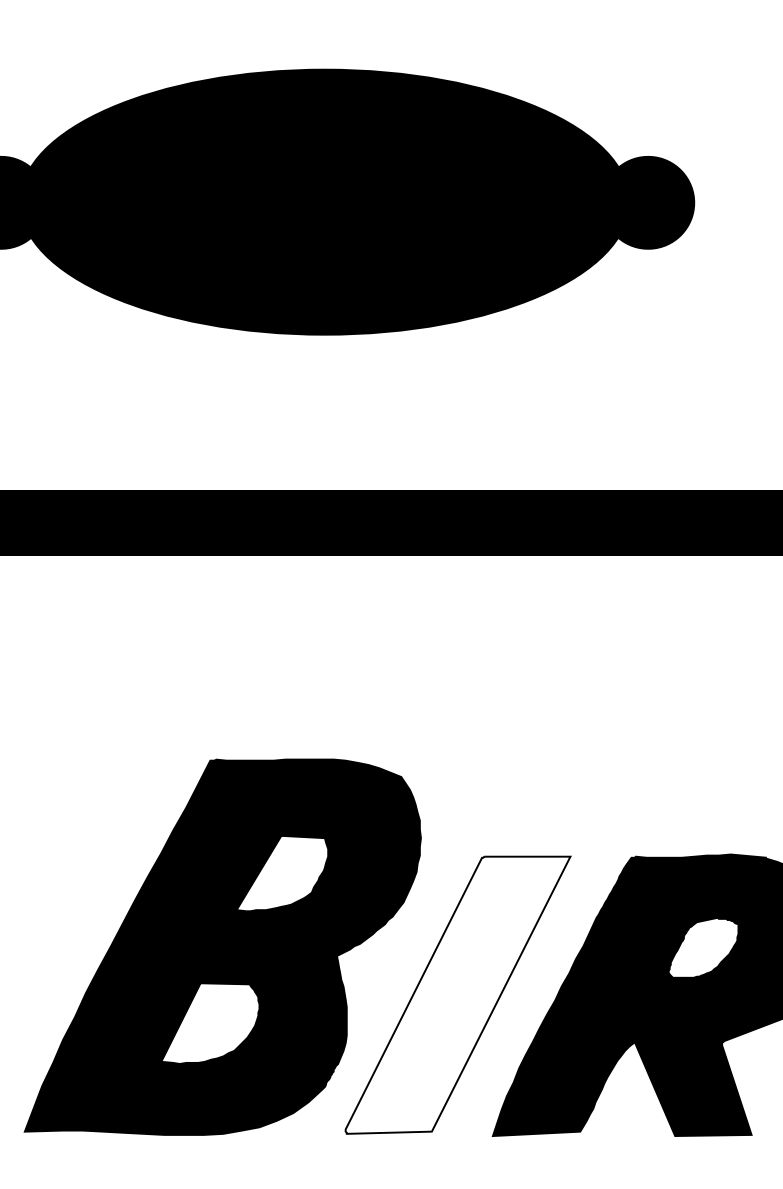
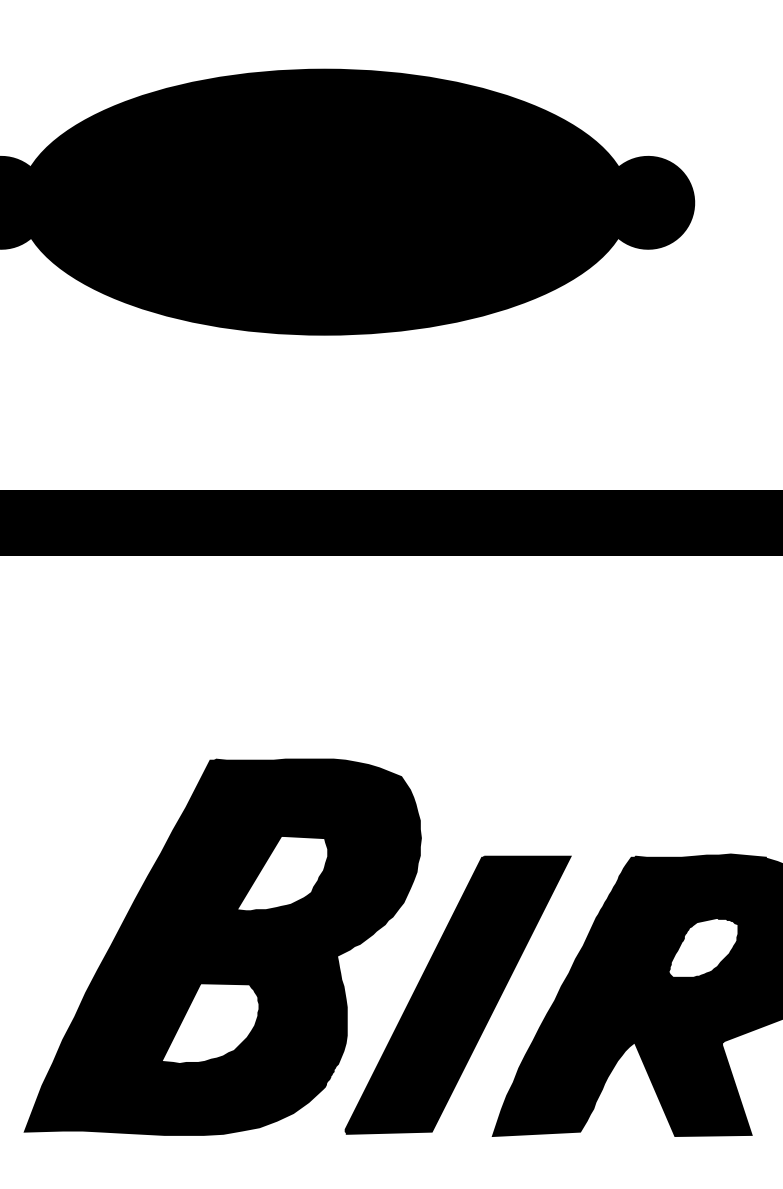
fill at (457, 994): none -> present
